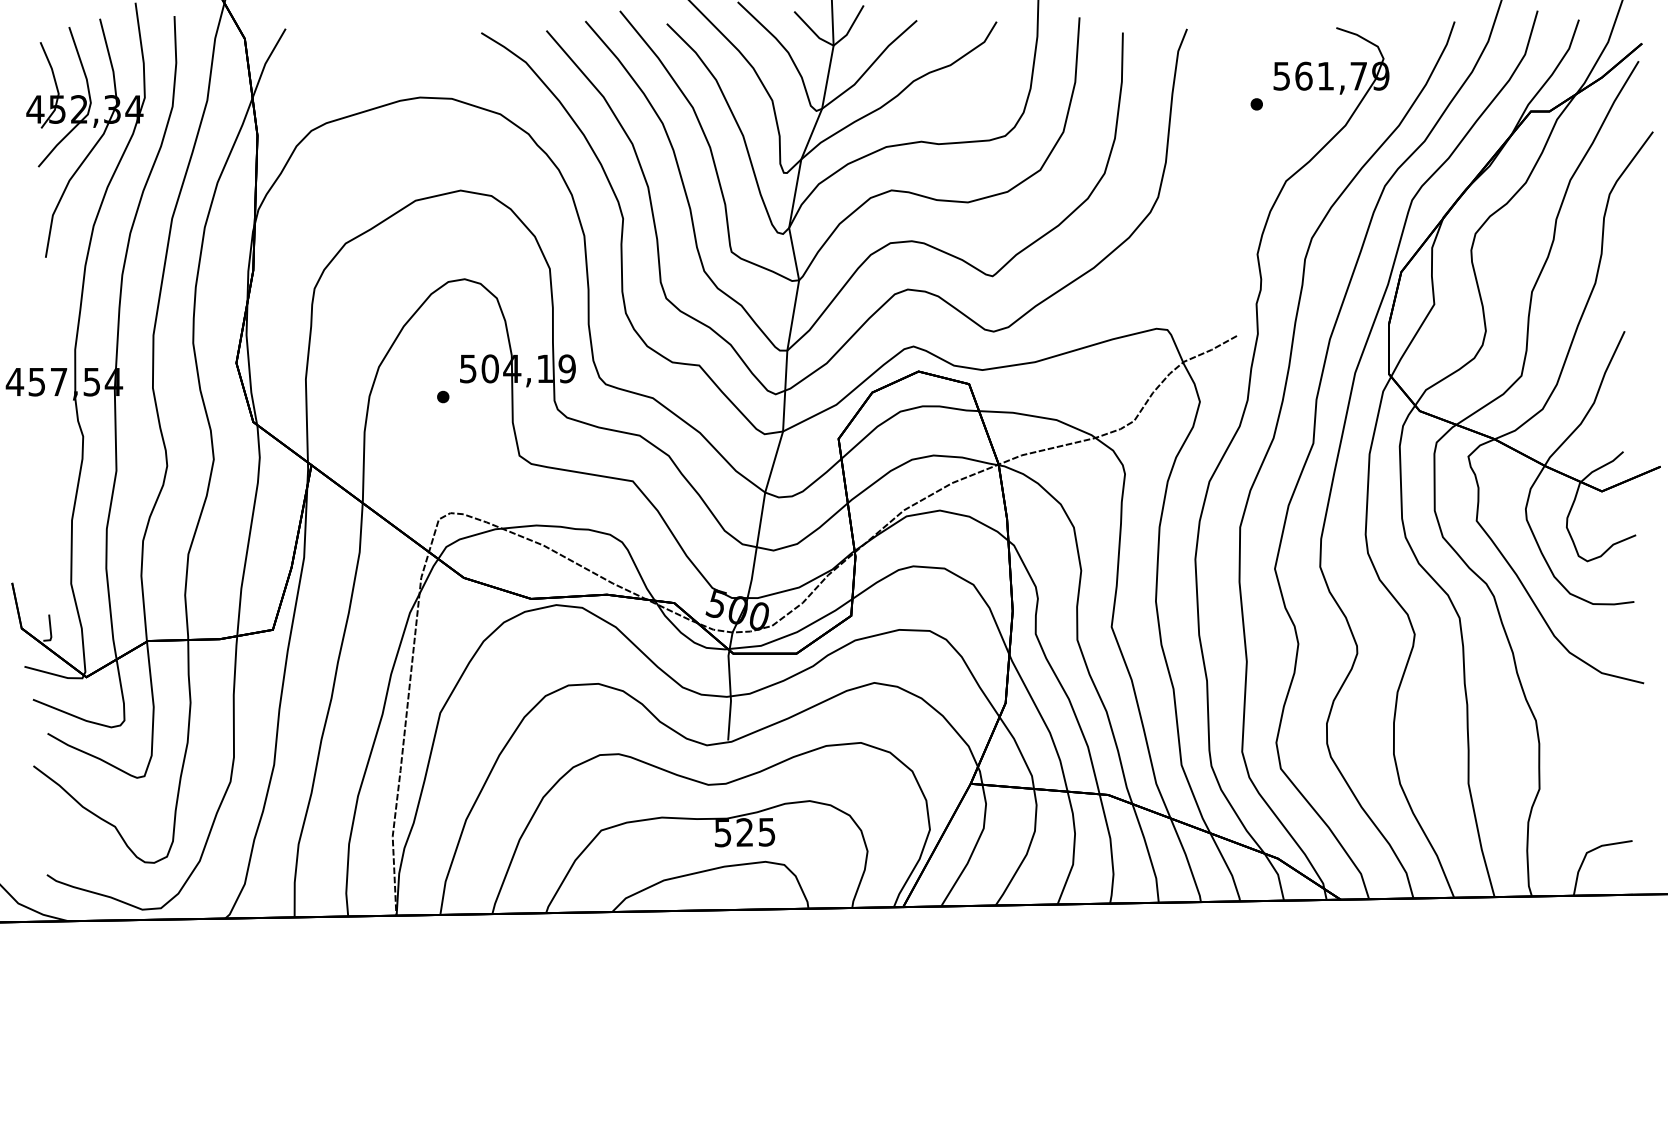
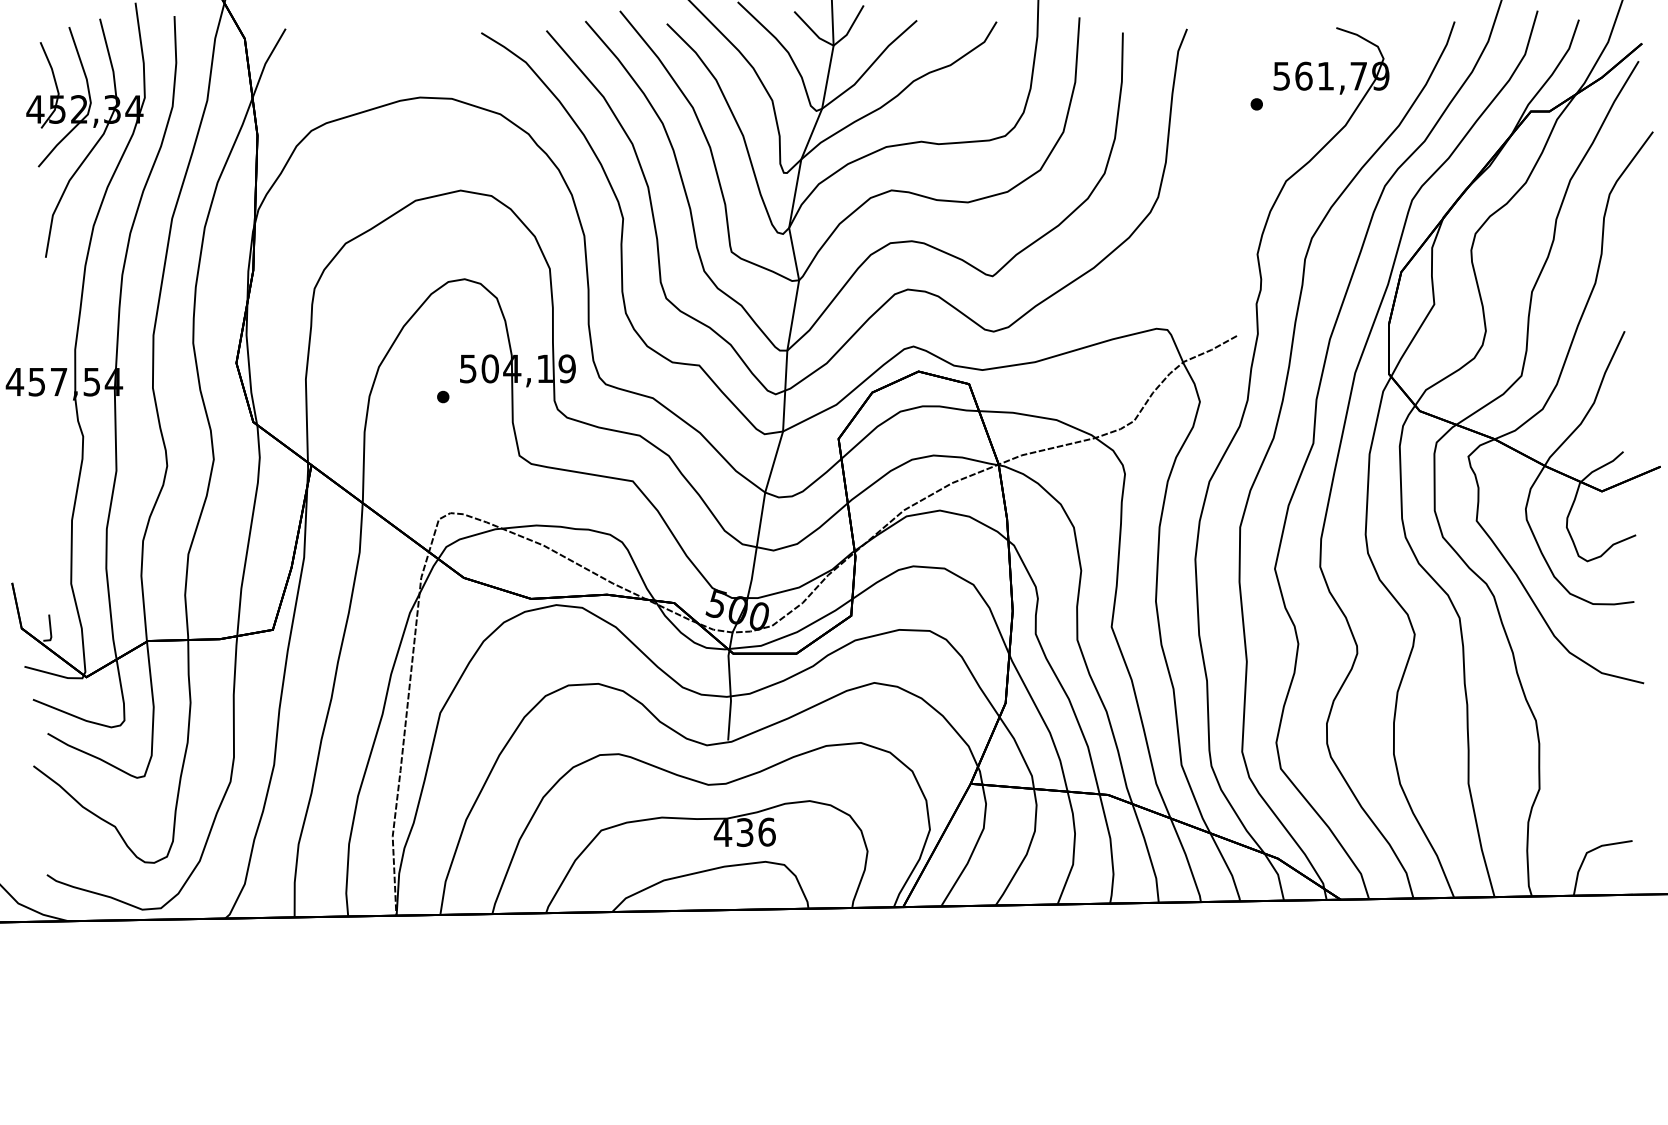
text at (744, 832): 525 -> 436
